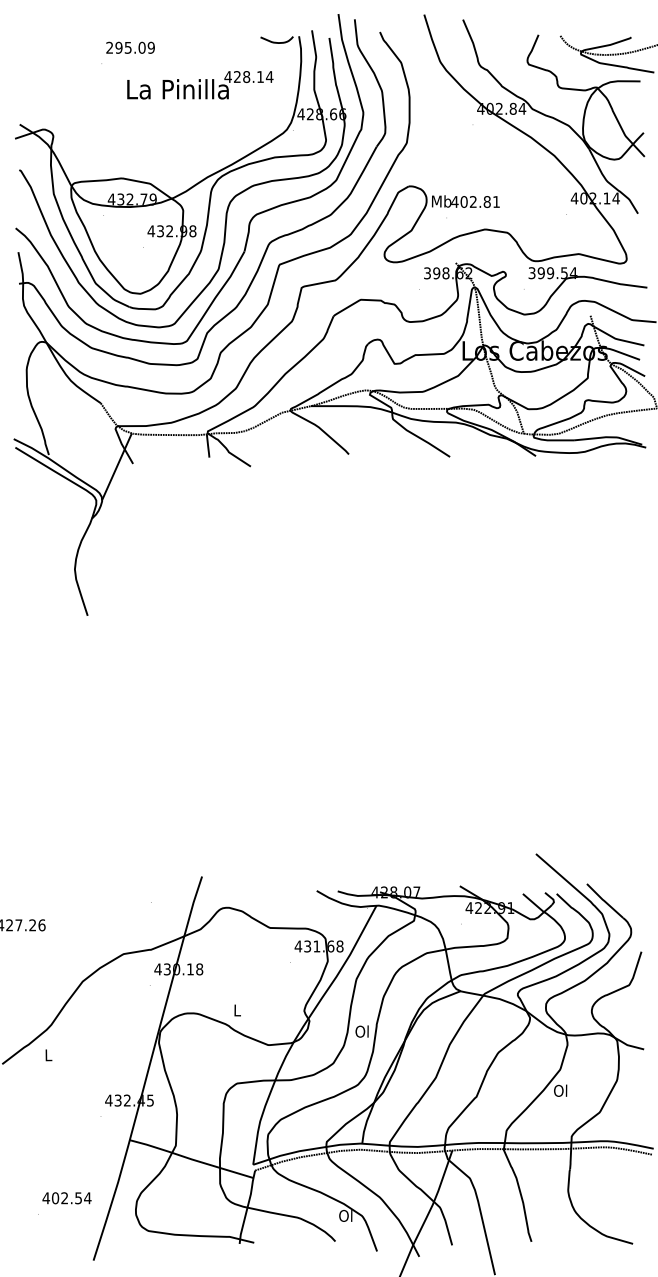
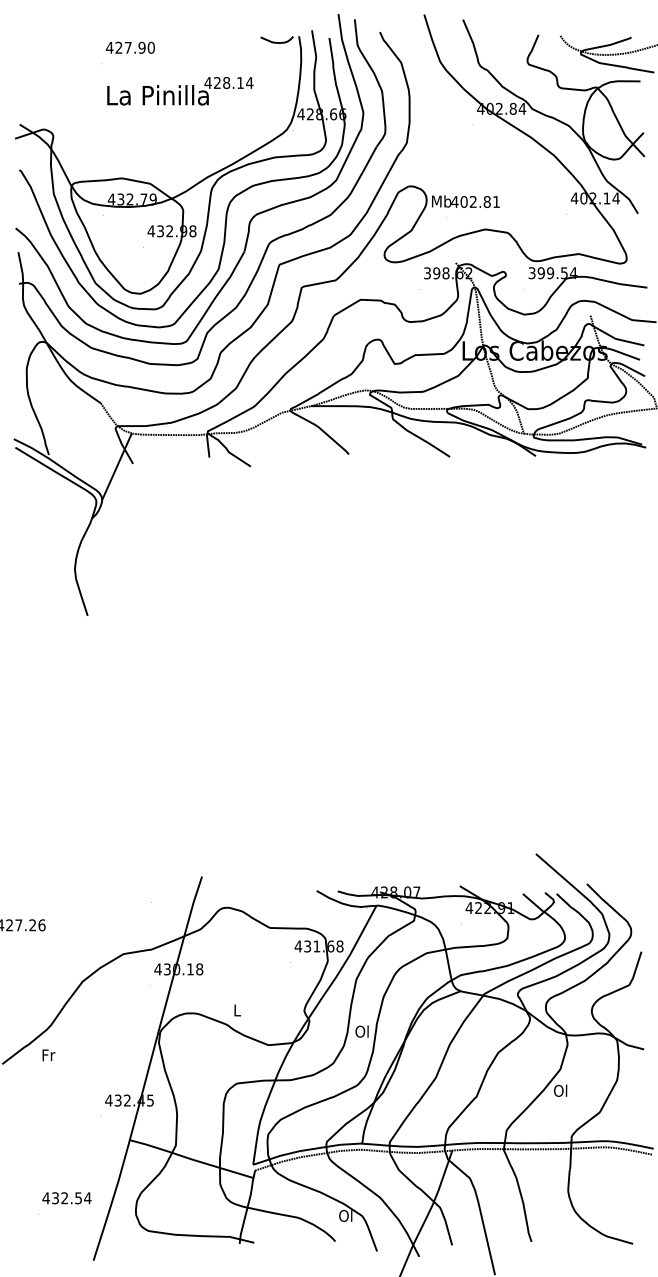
text at (130, 47): 295.09 -> 427.90
text at (200, 85) position: (200, 85) -> (180, 91)
text at (48, 1055): L -> Fr
text at (55, 1198): 402.54 -> 432.54
